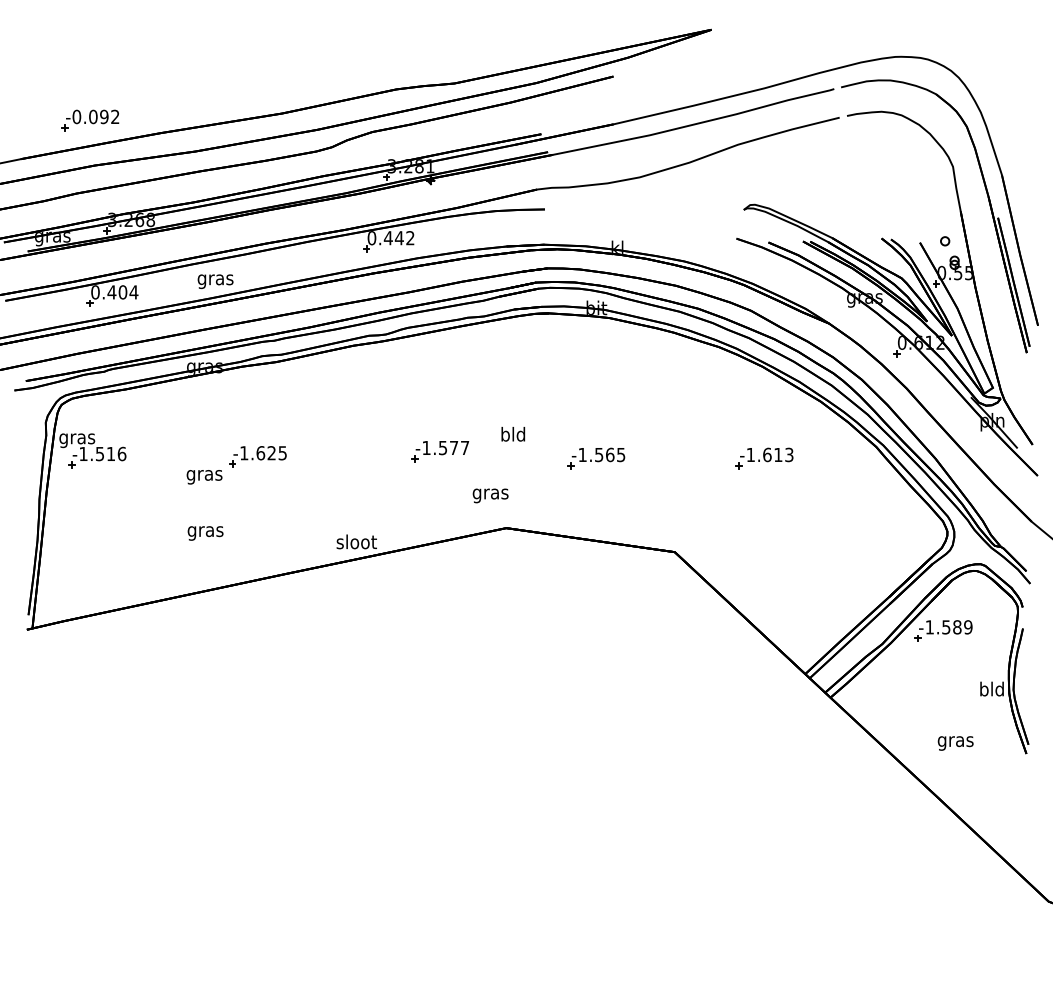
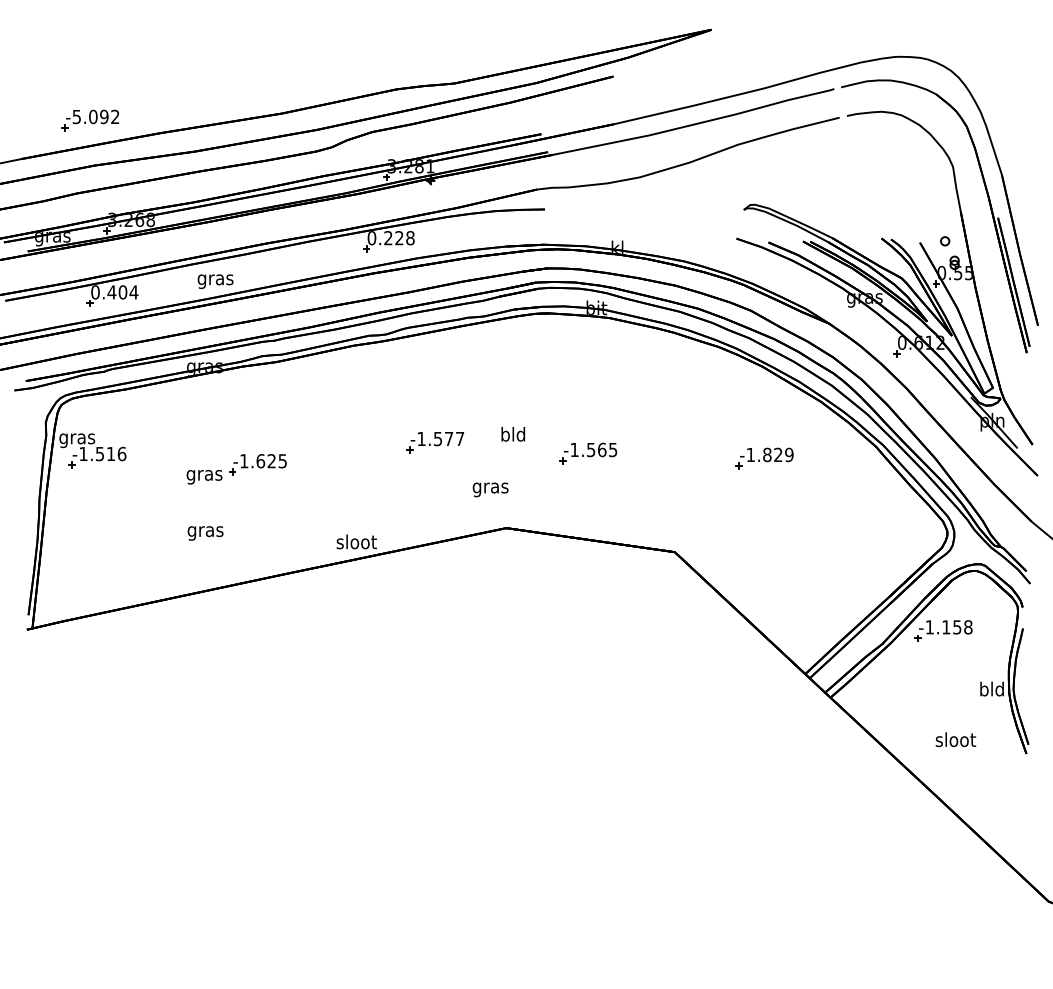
text at (76, 116): -0.092 -> -5.092
text at (398, 238): 0.442 -> 0.228
part at (440, 451) position: (440, 451) -> (435, 442)
text at (778, 454): -1.613 -> -1.829
part at (257, 456) position: (257, 456) -> (257, 464)
part at (596, 458) position: (596, 458) -> (588, 453)
text at (490, 495) position: (490, 495) -> (490, 489)
text at (957, 627): -1.589 -> -1.158
text at (955, 741): gras -> sloot
